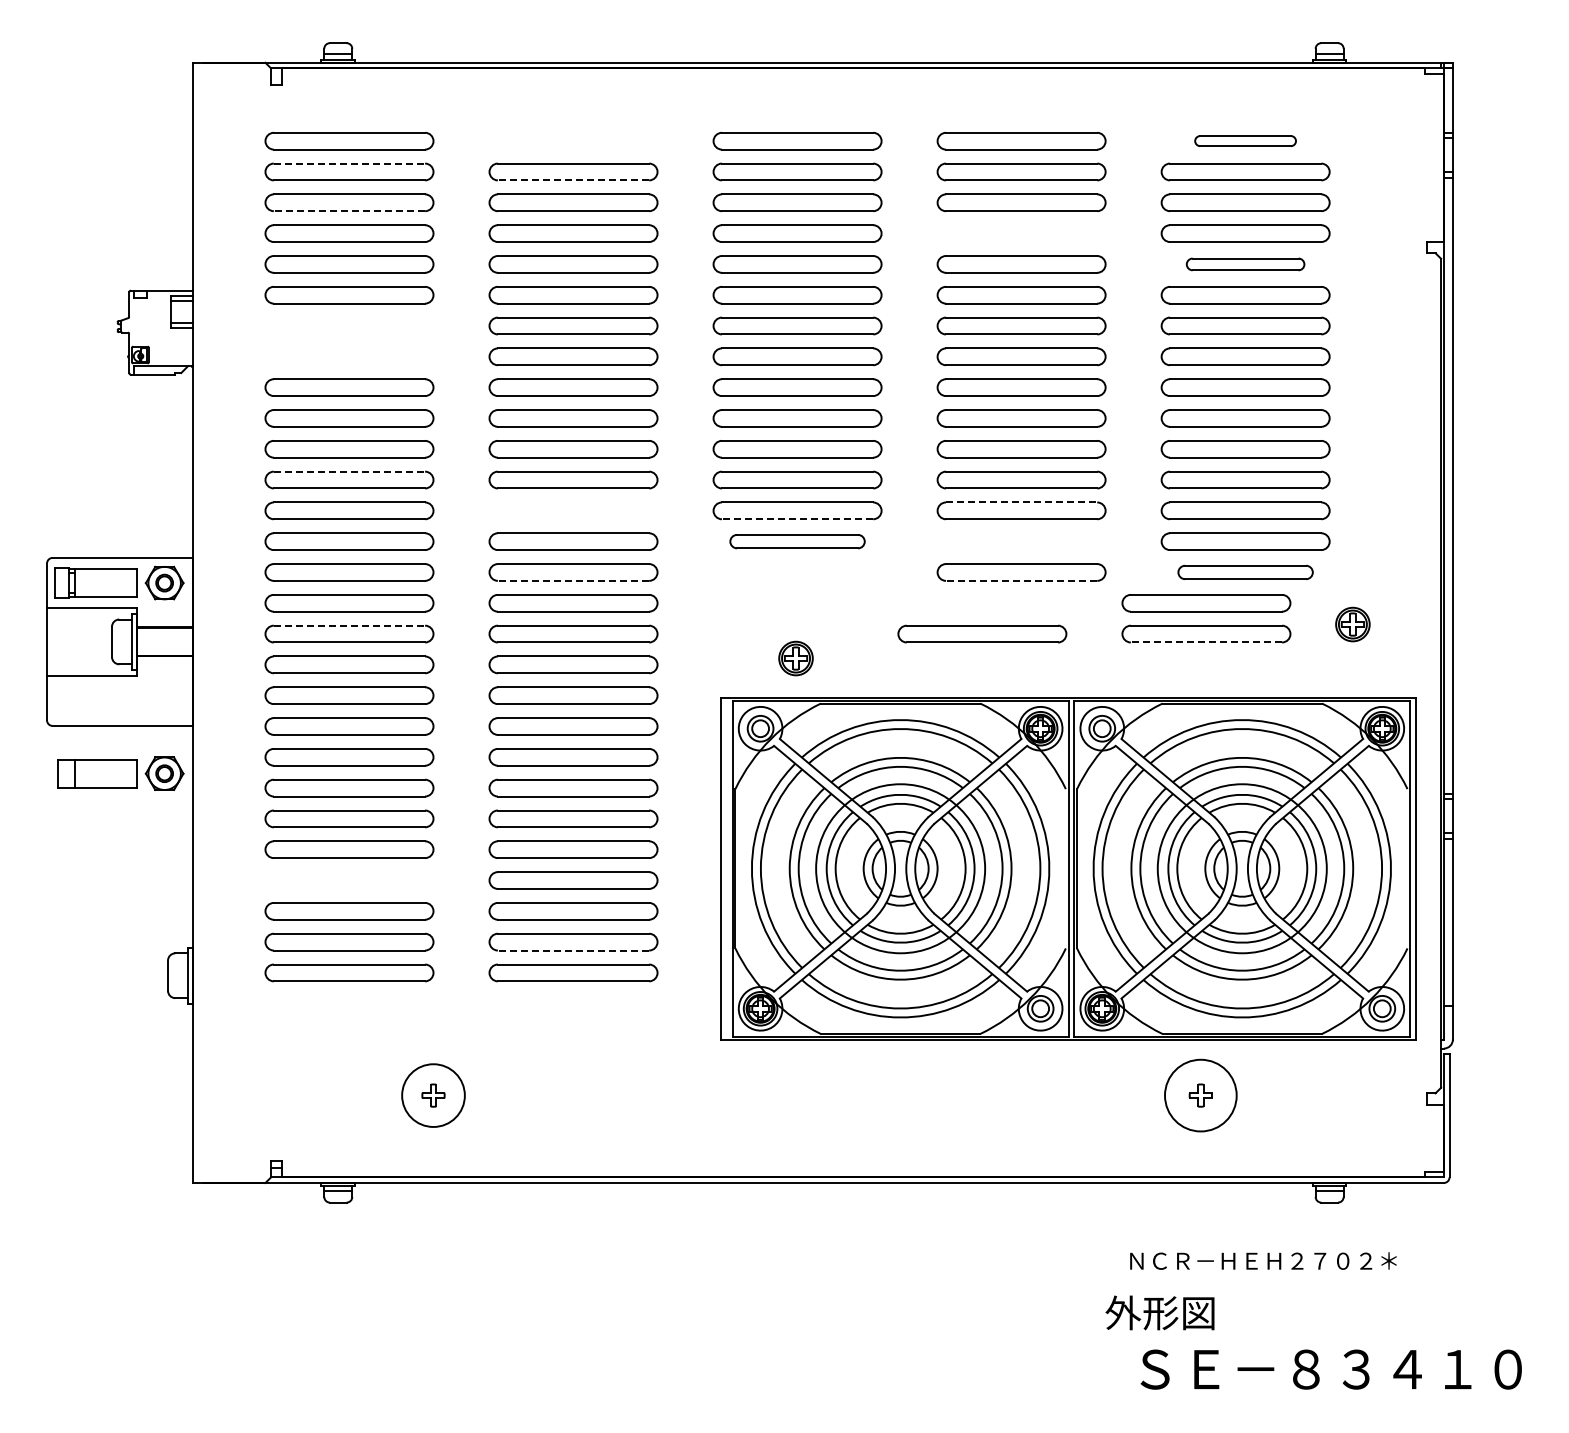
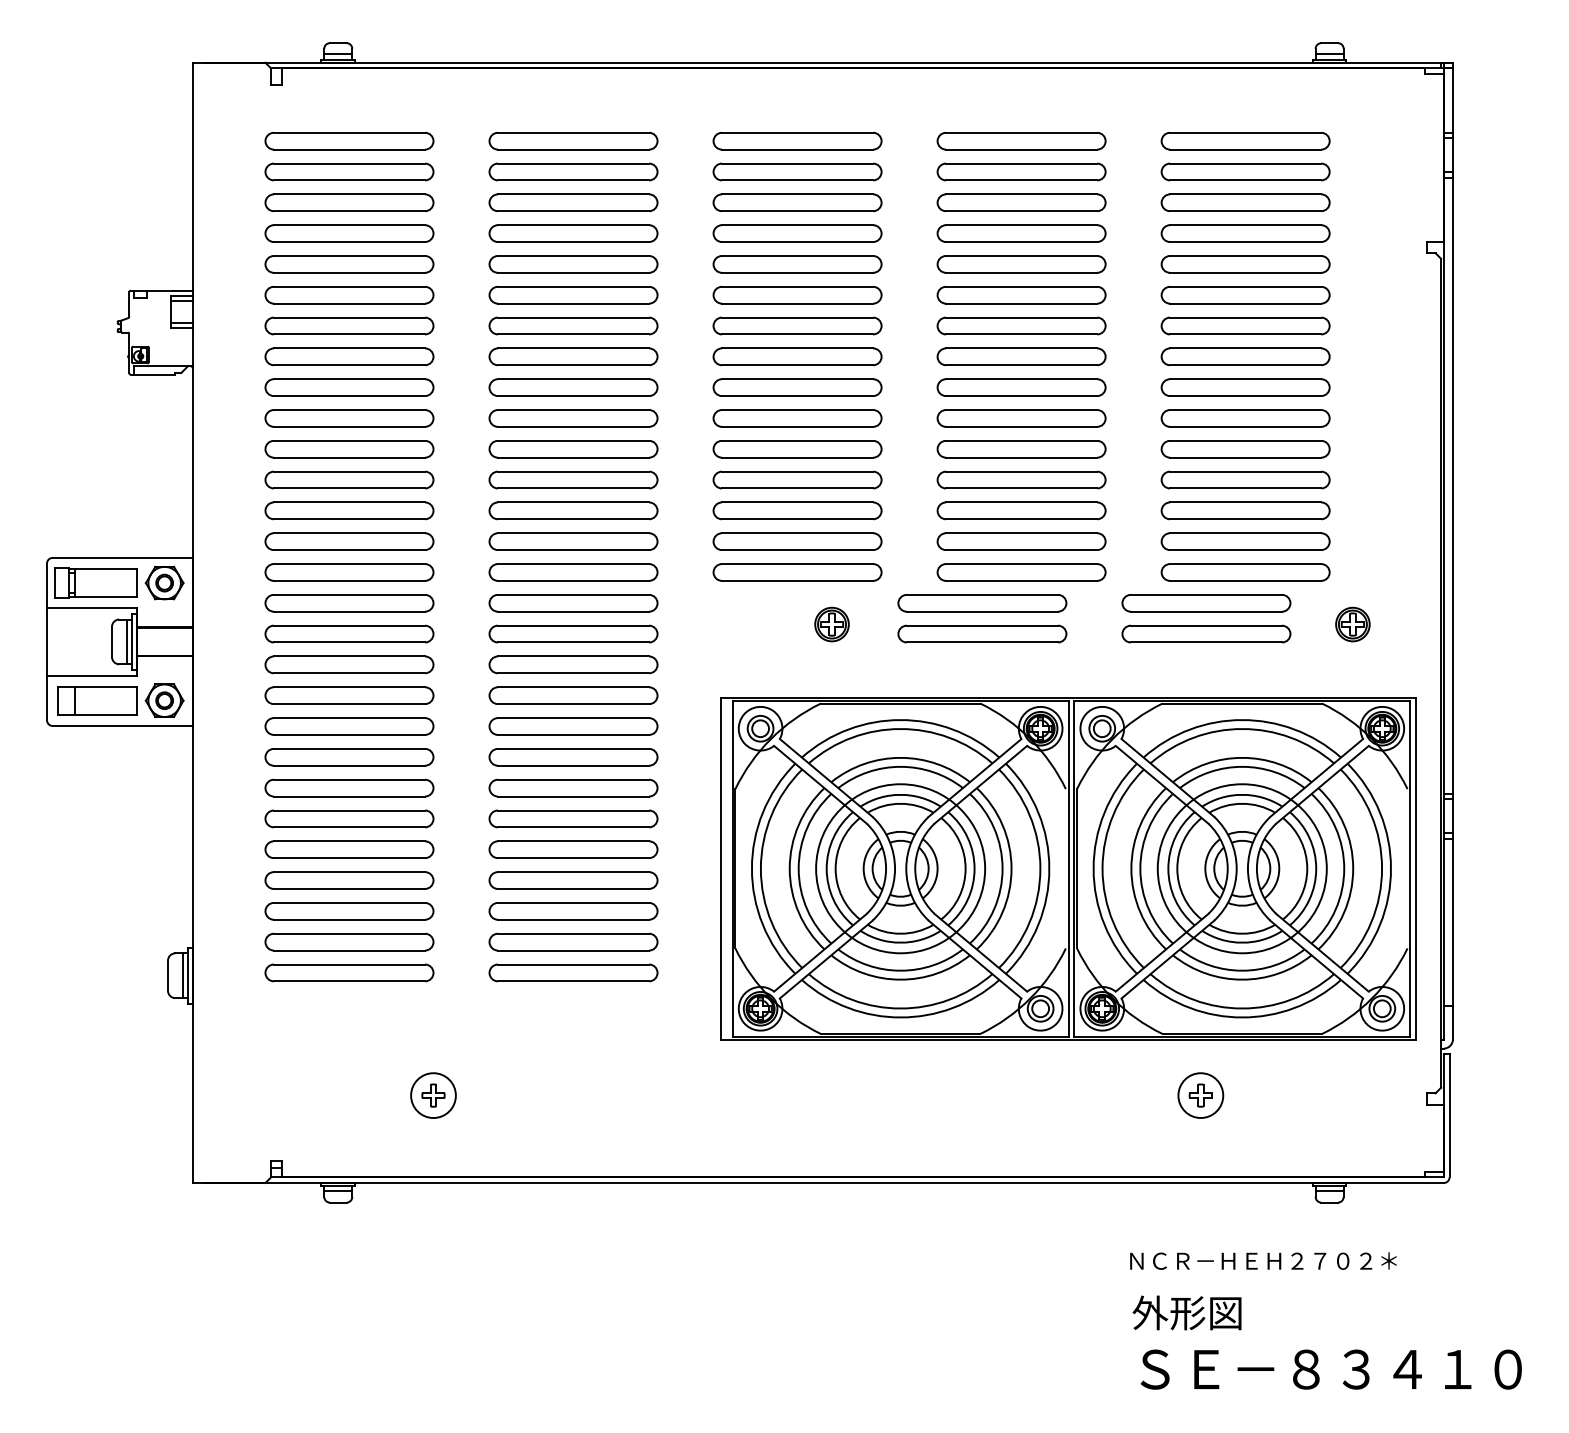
part at (1245, 140) size: 103x12 px -> 171x20 px
part at (573, 141): none -> present
line at (349, 163): dashed -> solid
line at (573, 180): dashed -> solid
line at (349, 211): dashed -> solid
part at (1021, 233): none -> present
part at (1245, 264) size: 121x15 px -> 171x19 px
part at (349, 325): none -> present
part at (349, 356): none -> present
line at (349, 471): dashed -> solid
line at (1021, 502): dashed -> solid
part at (573, 510): none -> present
line at (797, 519): dashed -> solid
part at (797, 541) size: 137x16 px -> 171x19 px
part at (1021, 541): none -> present
part at (1245, 571) size: 137x16 px -> 171x19 px
part at (797, 572): none -> present
line at (573, 580): dashed -> solid
line at (1021, 580): dashed -> solid
part at (982, 603): none -> present
line at (349, 625): dashed -> solid
line at (126, 641): none -> present
line at (1206, 642): dashed -> solid
part at (795, 658) position: (795, 658) -> (831, 624)
part at (120, 773) position: (120, 773) -> (120, 700)
part at (349, 880): none -> present
line at (573, 950): dashed -> solid
line at (182, 975): none -> present
circle at (433, 1095) diameter: 63 px -> 45 px
circle at (1200, 1095) diameter: 72 px -> 45 px
text at (1159, 1312) position: (1159, 1312) -> (1186, 1312)
